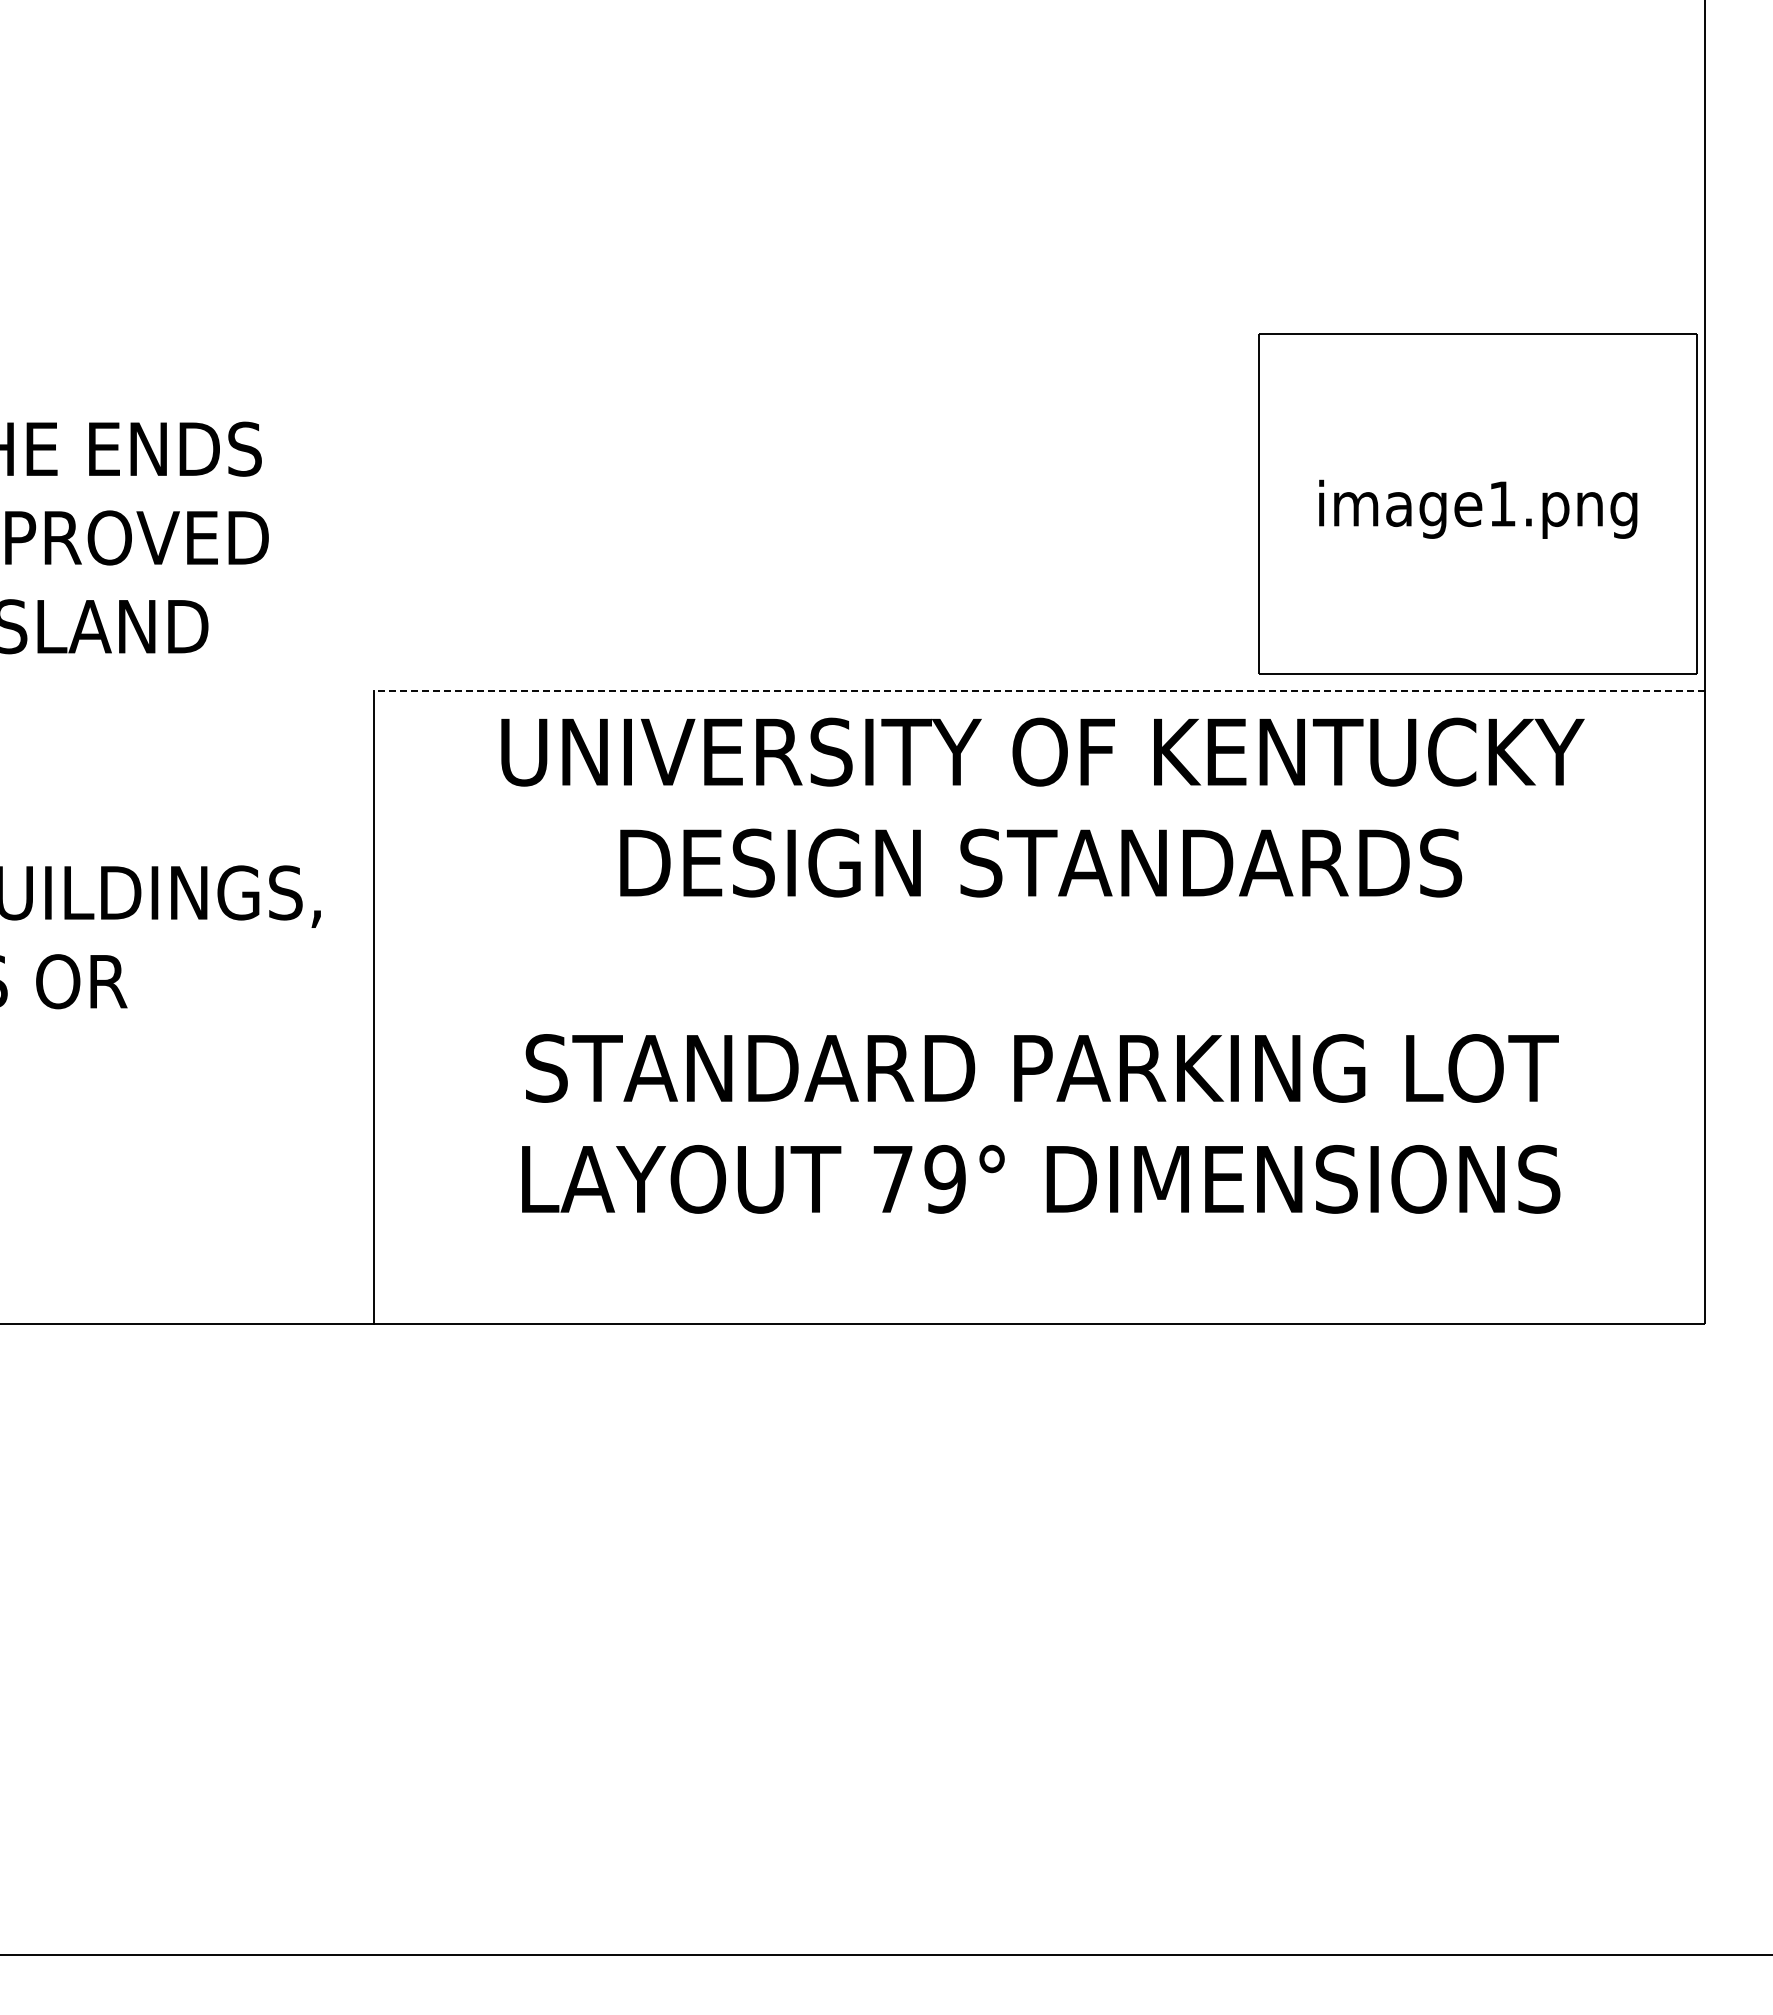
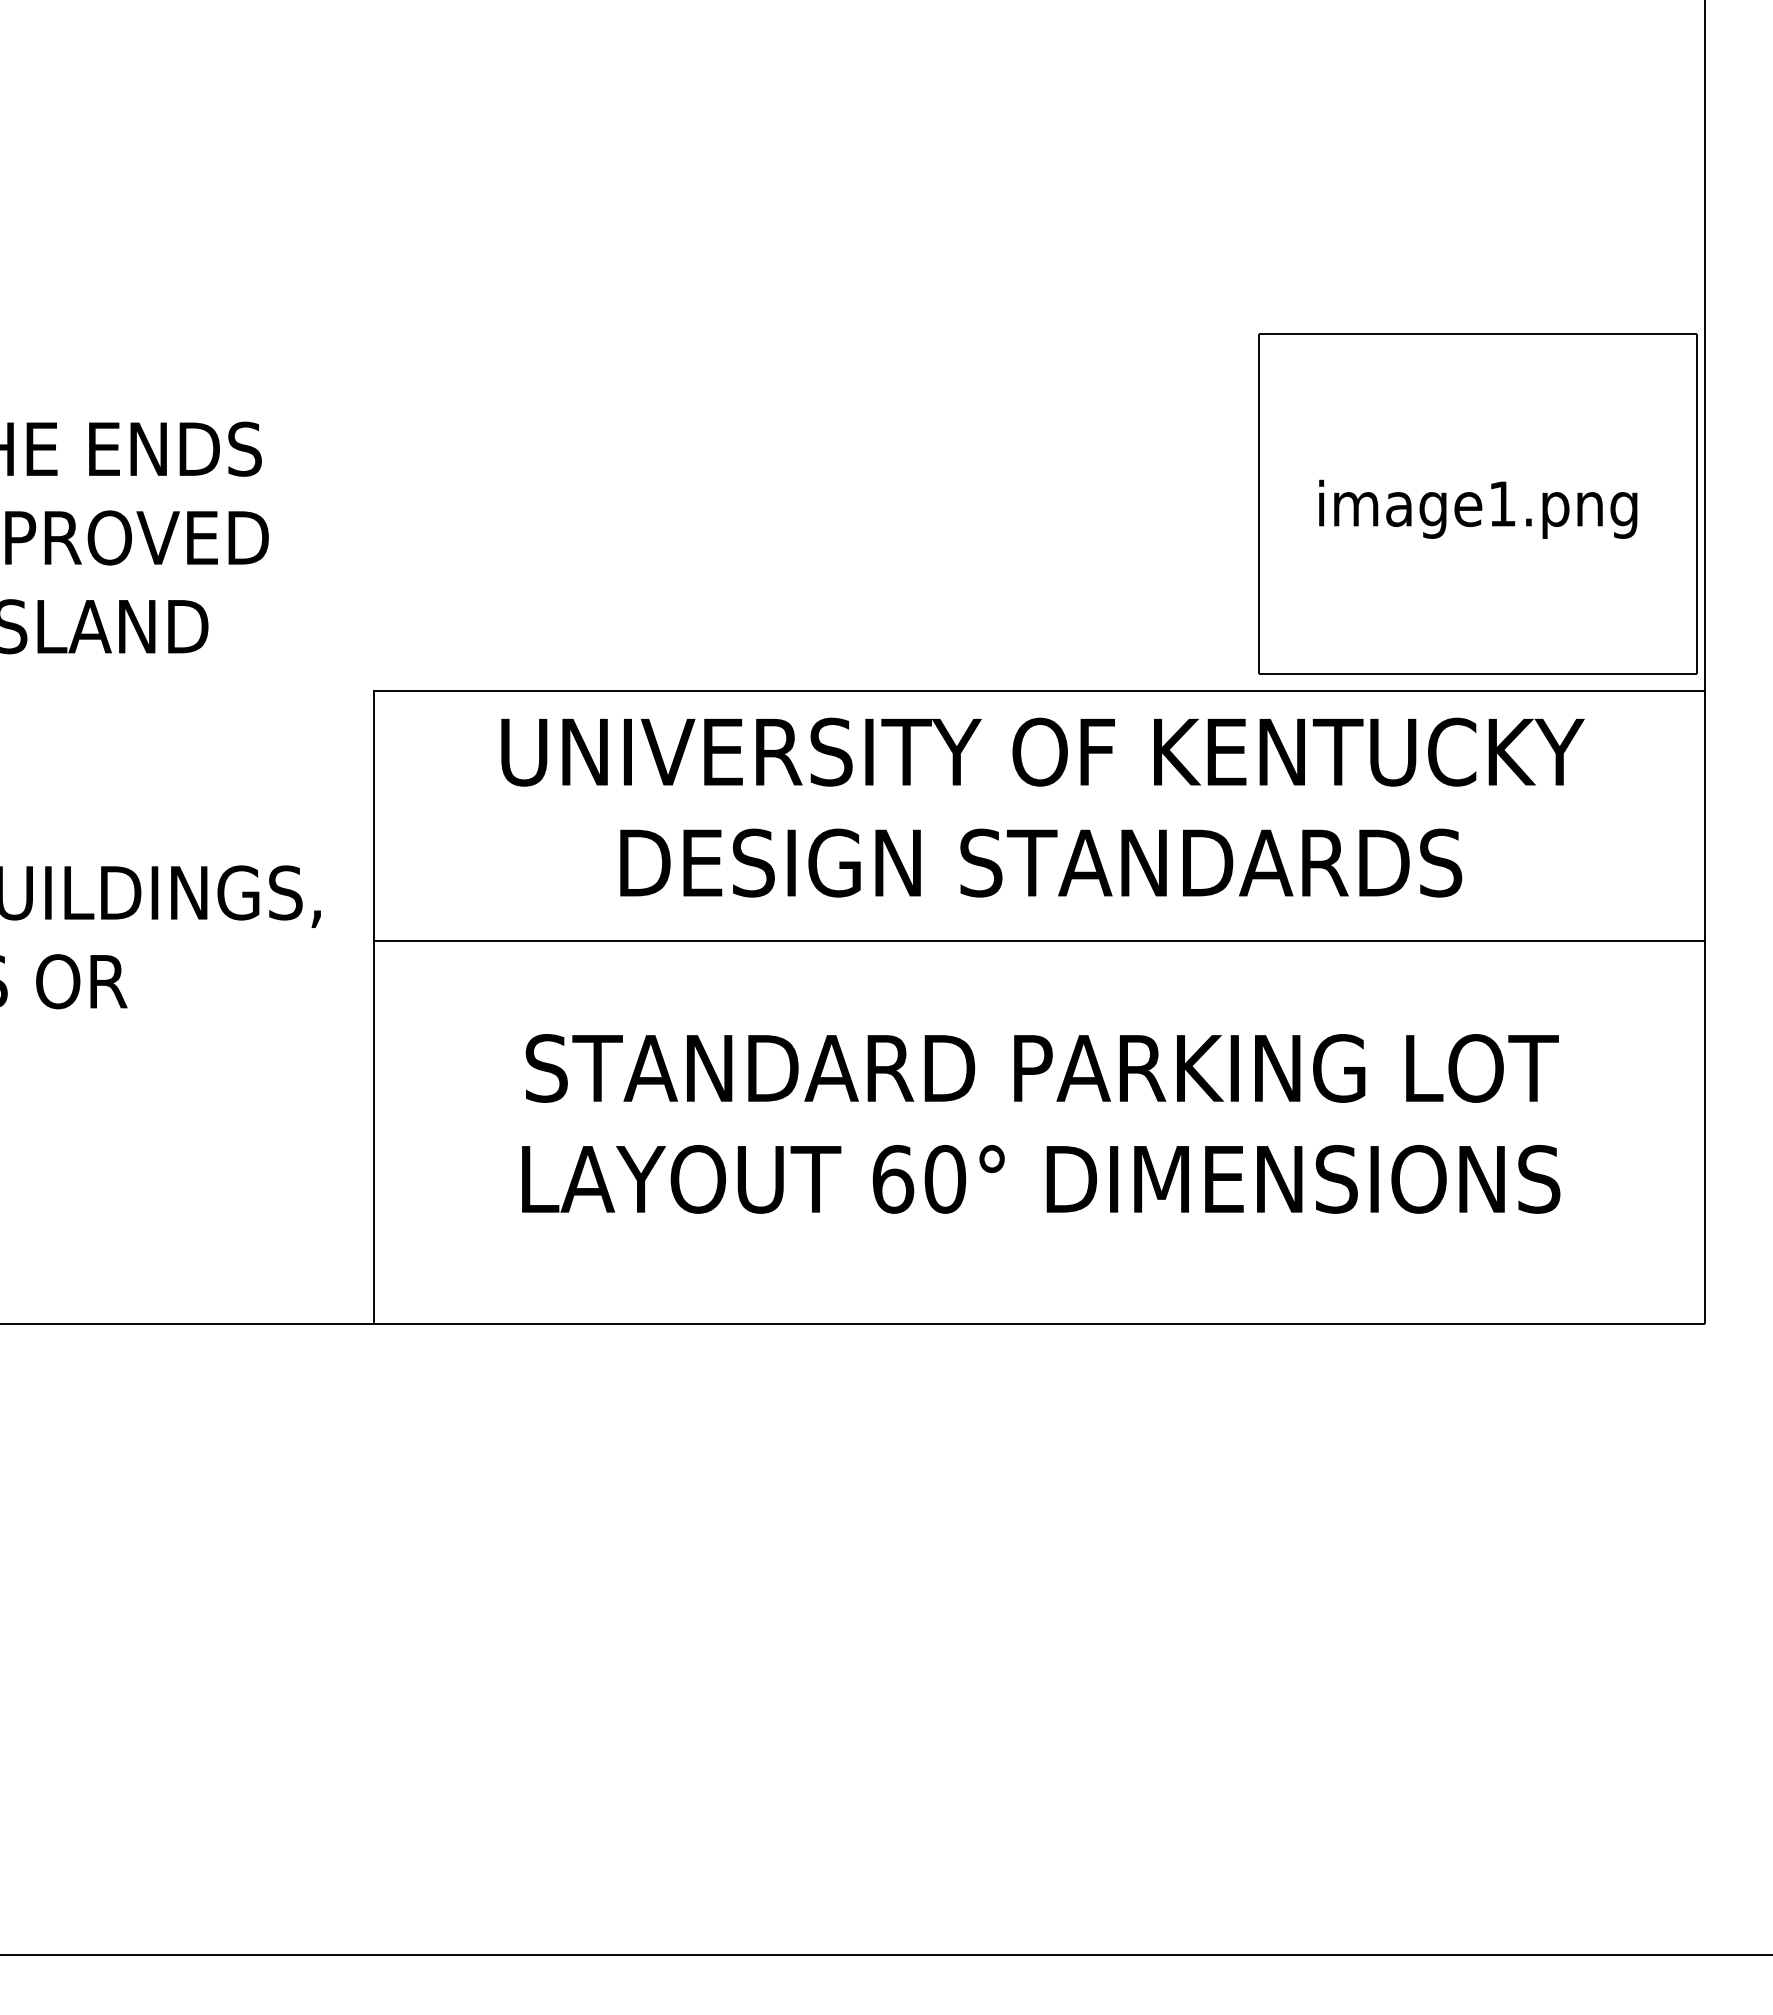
line at (1039, 691): dashed -> solid
line at (1039, 940): none -> present
text at (919, 1178): 79° -> 60°
